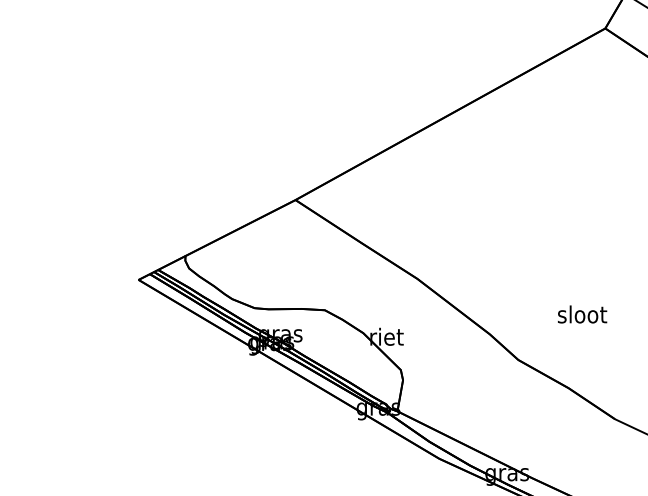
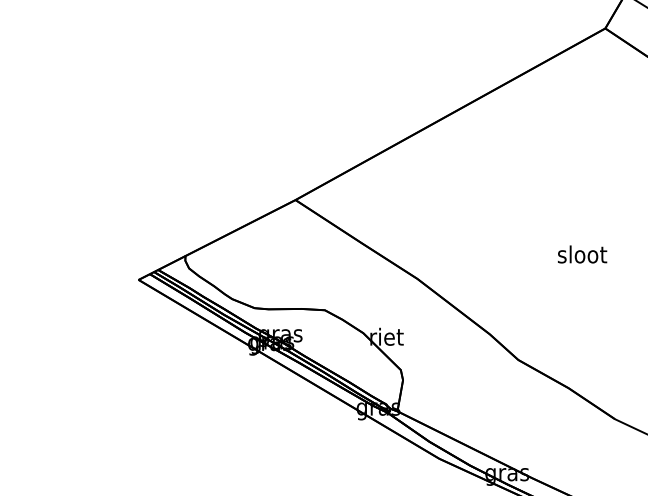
text at (582, 314) position: (582, 314) -> (582, 254)
